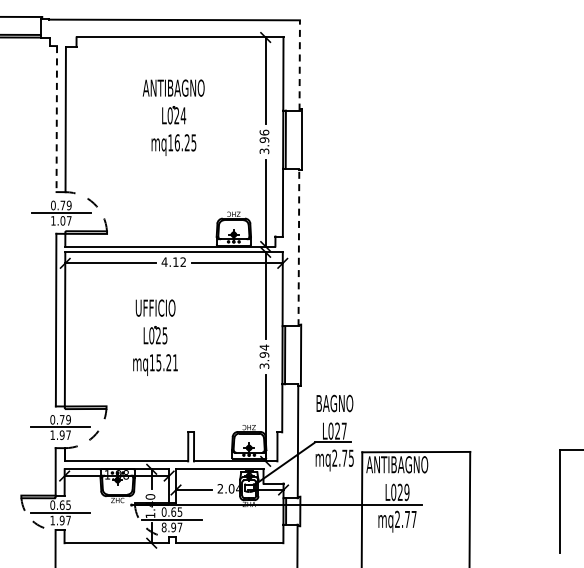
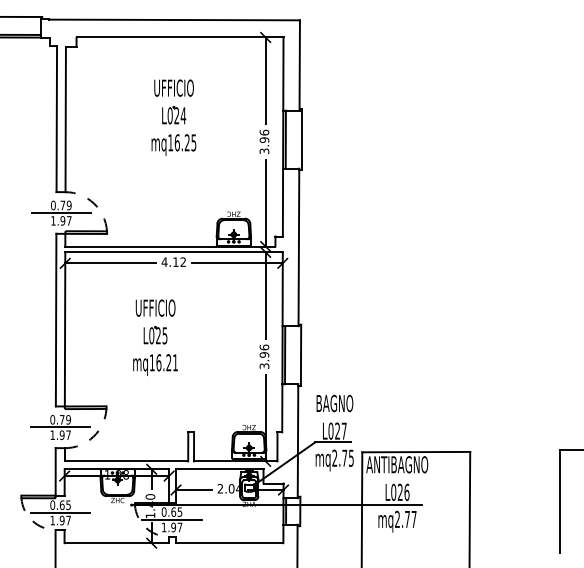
line at (299, 64): dashed -> solid
text at (173, 87): ANTIBAGNO -> UFFICIO
line at (56, 119): dashed -> solid
text at (62, 220): 1.07 -> 1.97
line at (298, 247): dashed -> solid
text at (264, 347): 3.94 -> 3.96
text at (158, 362): mq15.21 -> mq16.21
text at (406, 492): L029 -> L026
text at (163, 527): 8.97 -> 1.97
